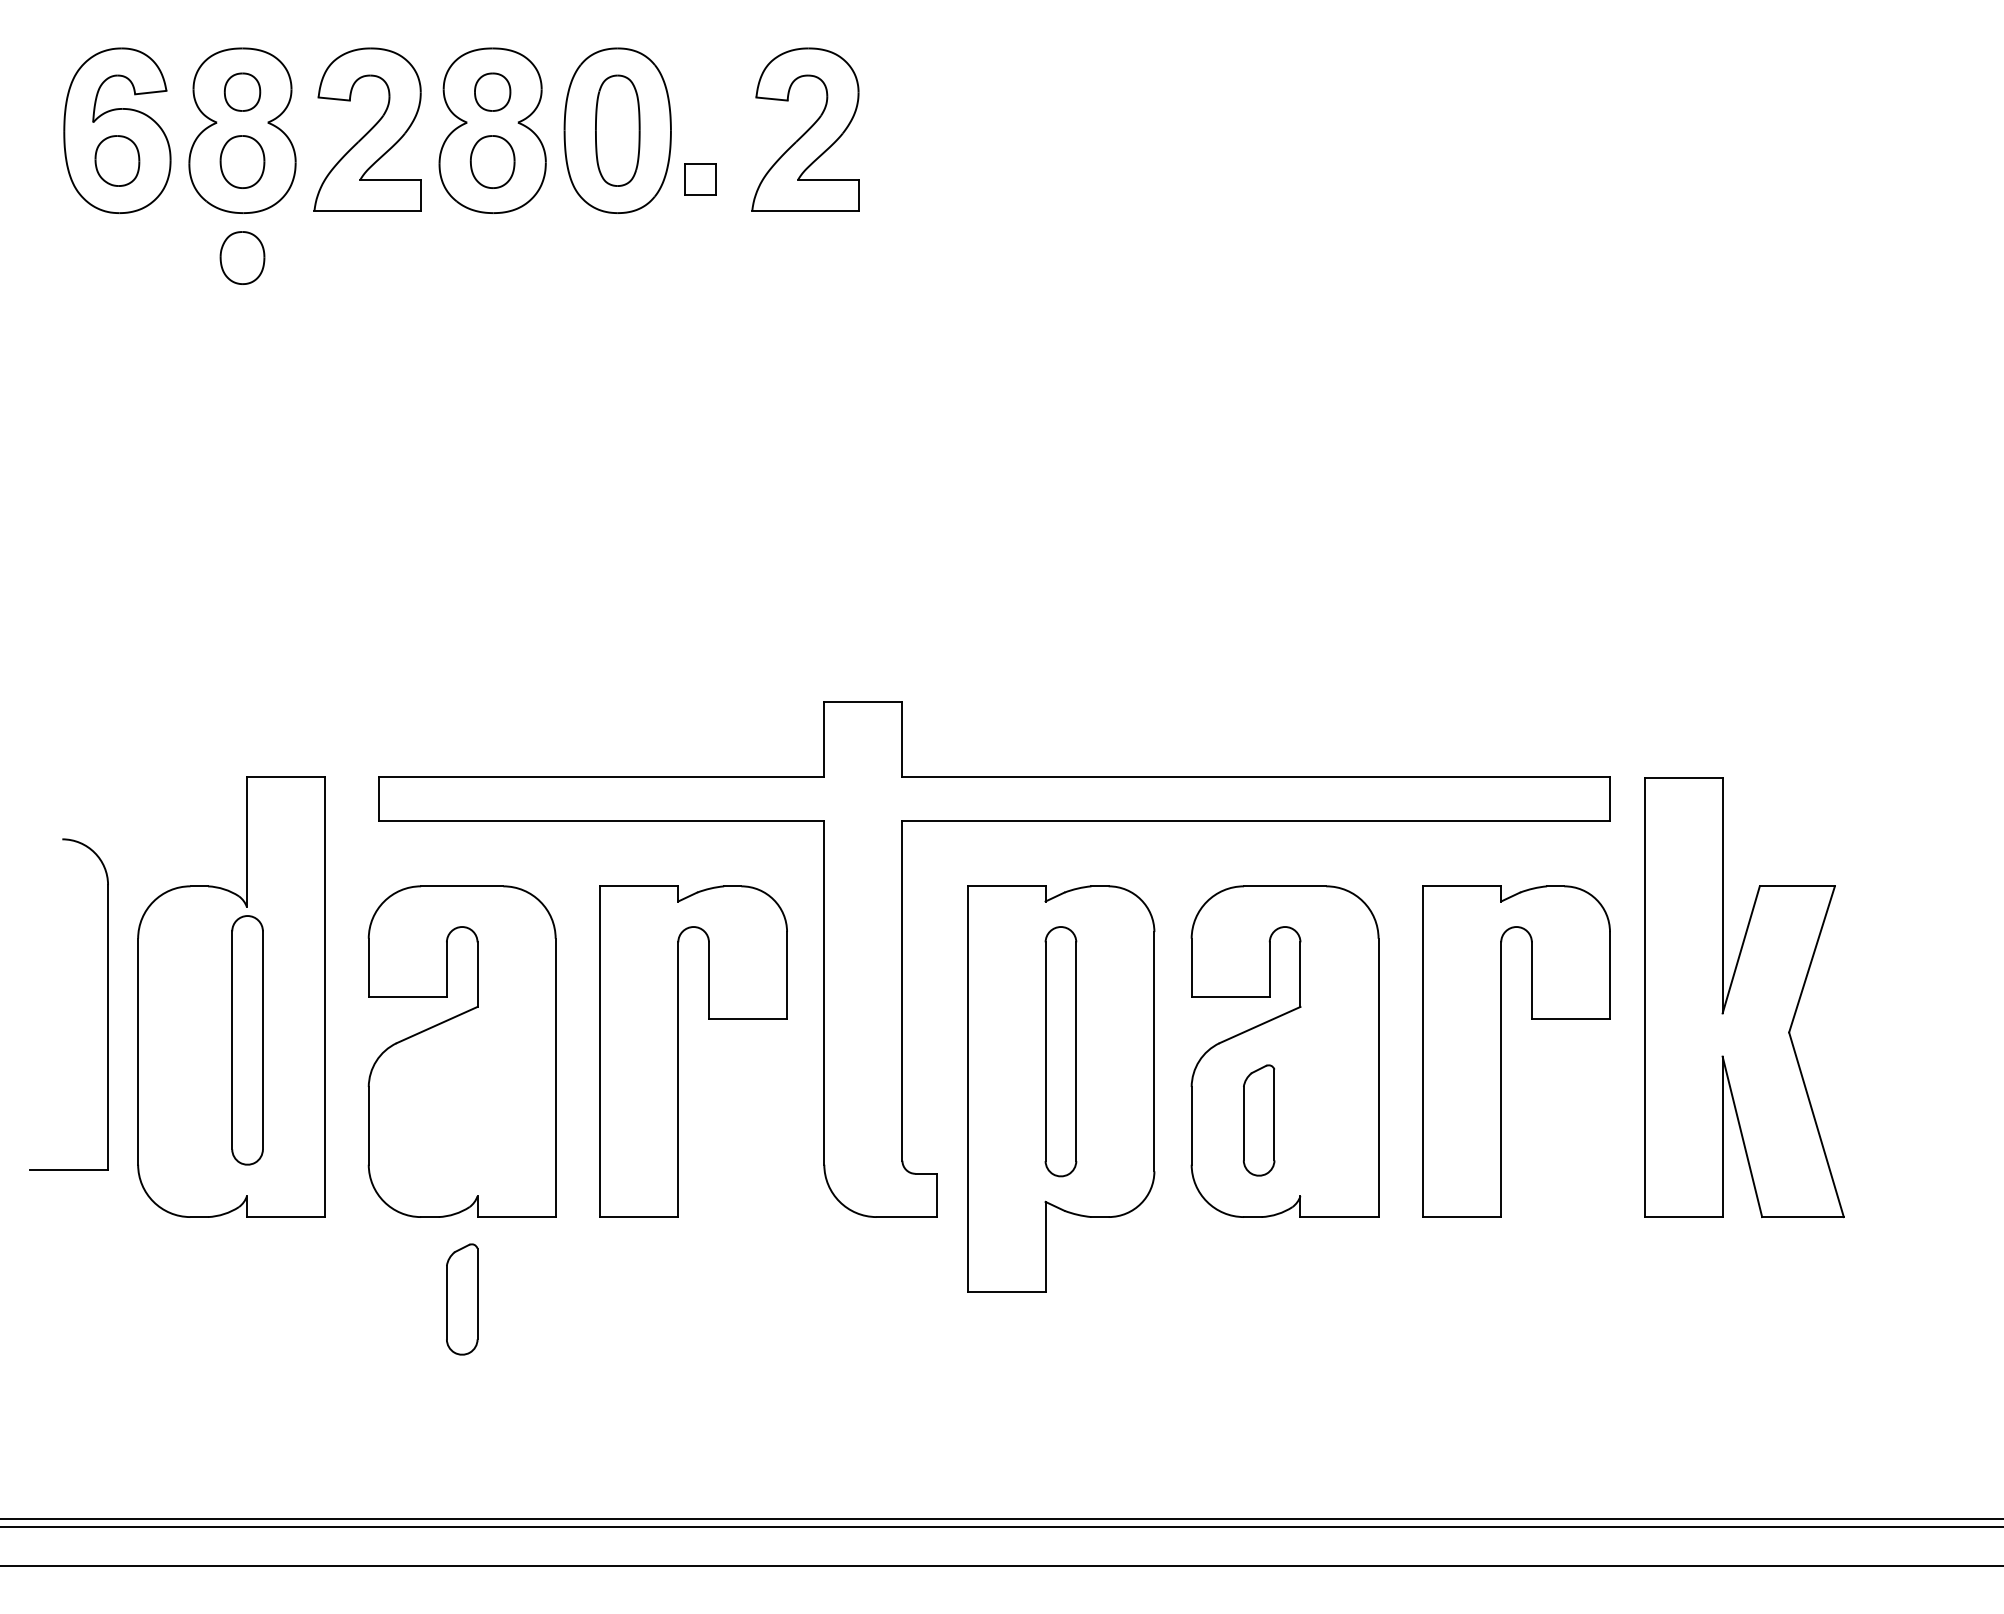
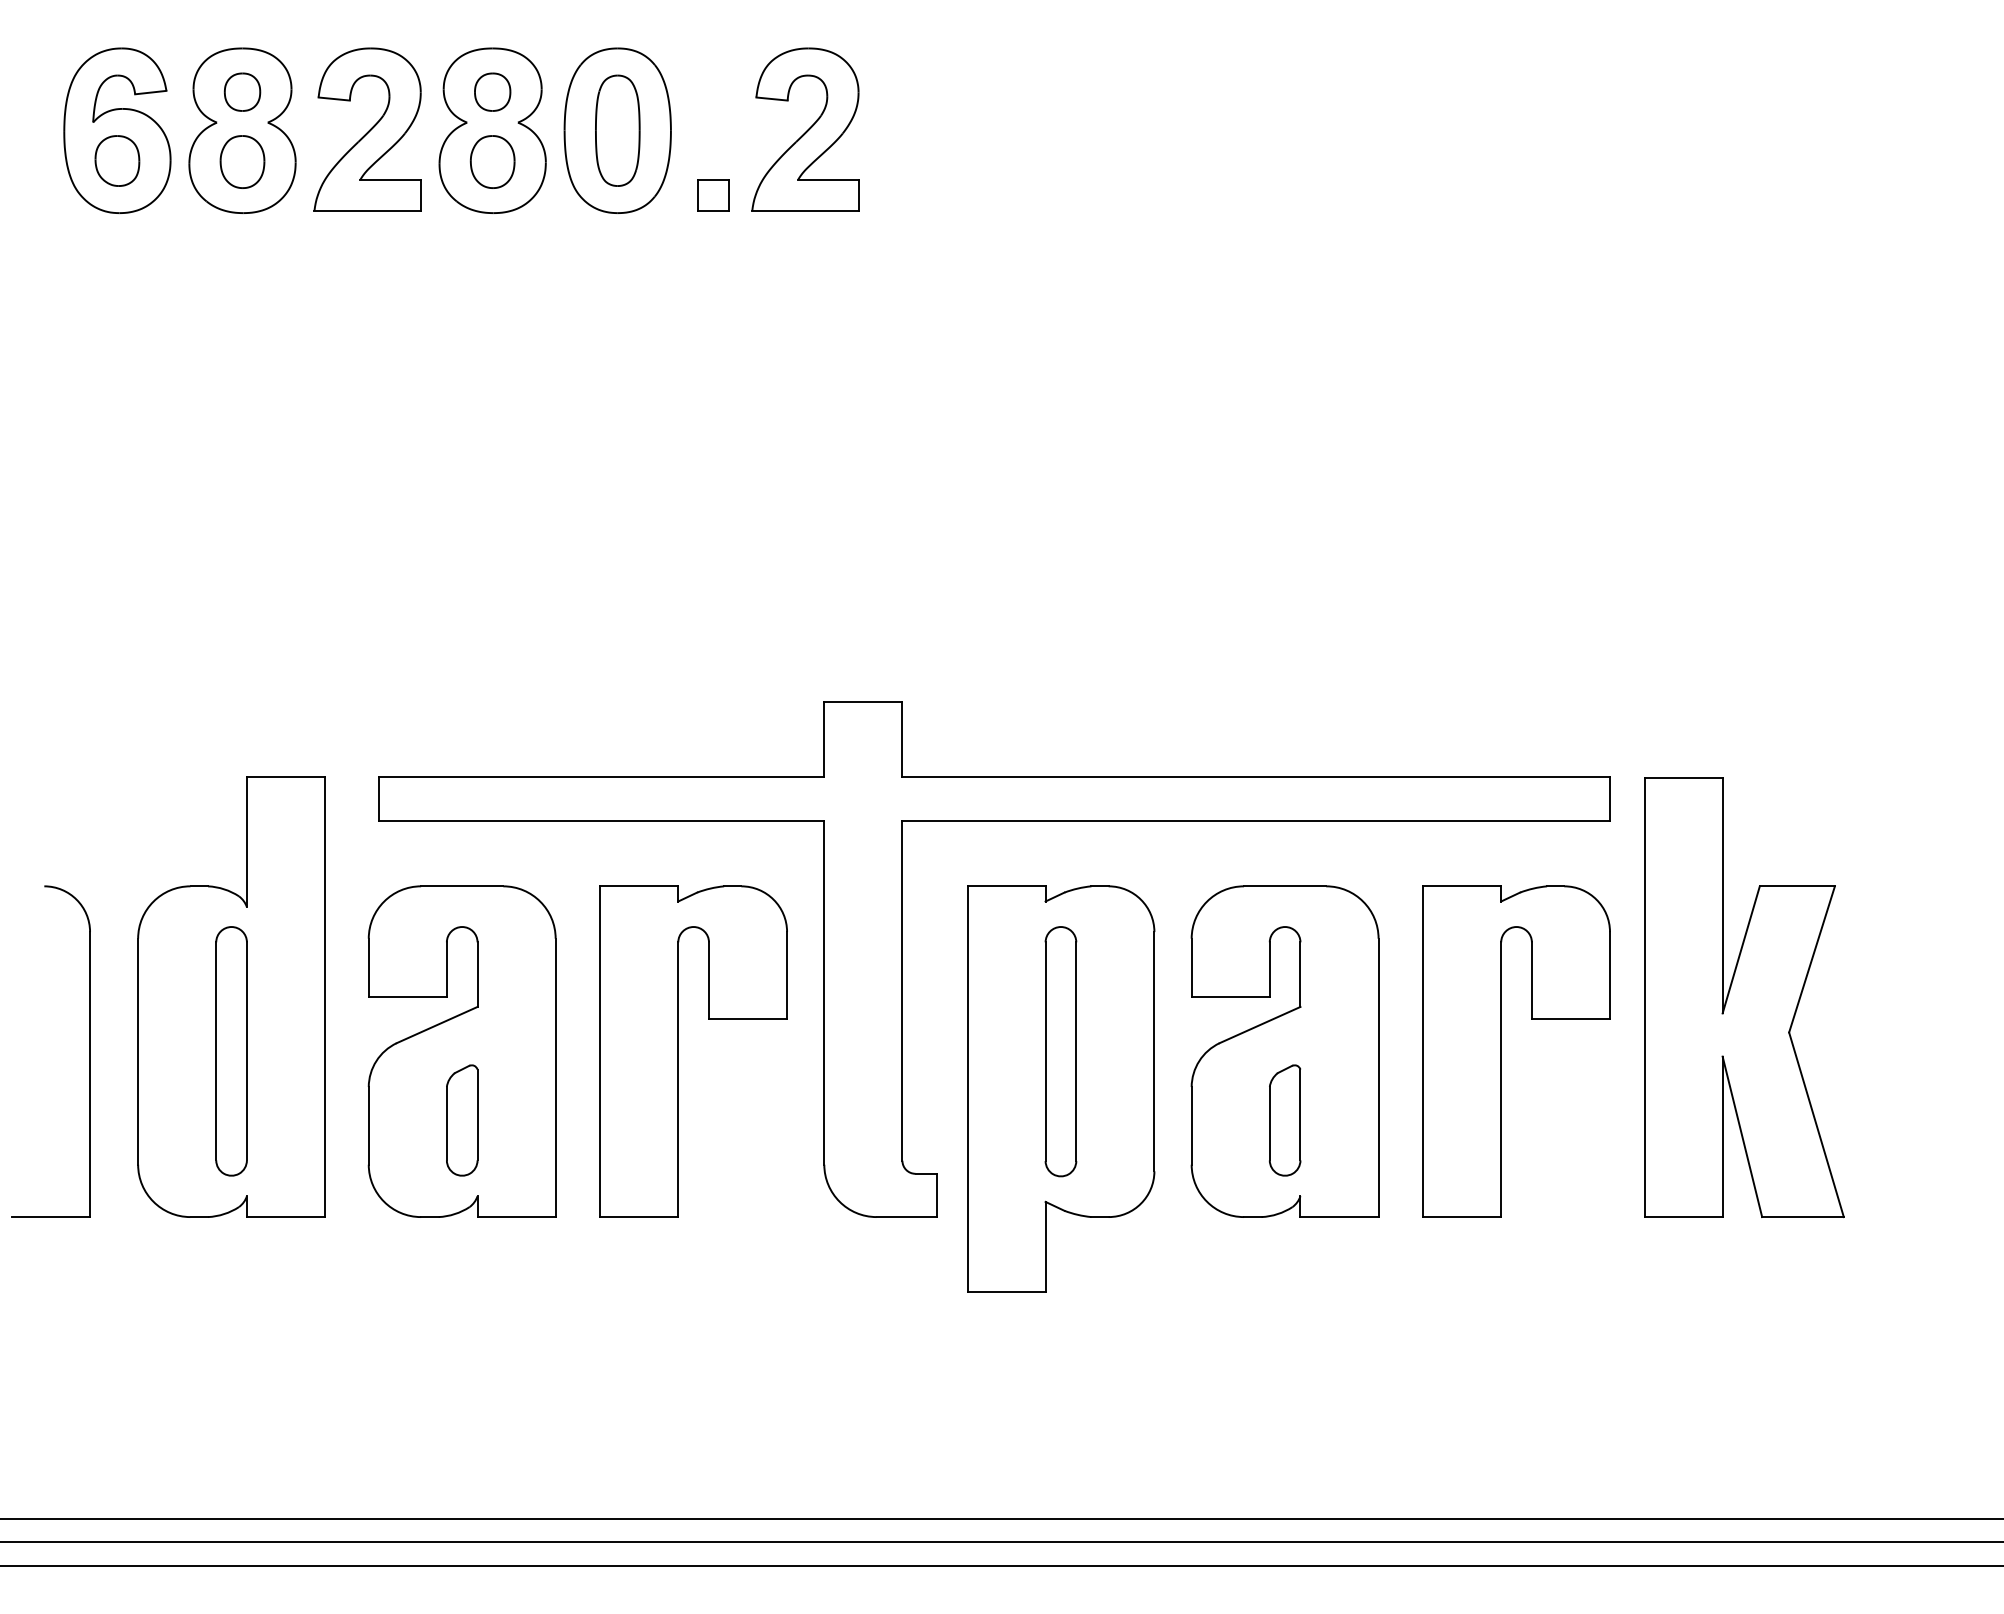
part at (700, 179) position: (700, 179) -> (713, 195)
part at (242, 257): present -> none
part at (107, 1004) position: (107, 1004) -> (89, 1051)
part at (247, 1040) position: (247, 1040) -> (231, 1051)
part at (1258, 1120) position: (1258, 1120) -> (1284, 1120)
part at (462, 1299) position: (462, 1299) -> (462, 1120)
line at (1001, 1527) position: (1001, 1527) -> (1001, 1542)
